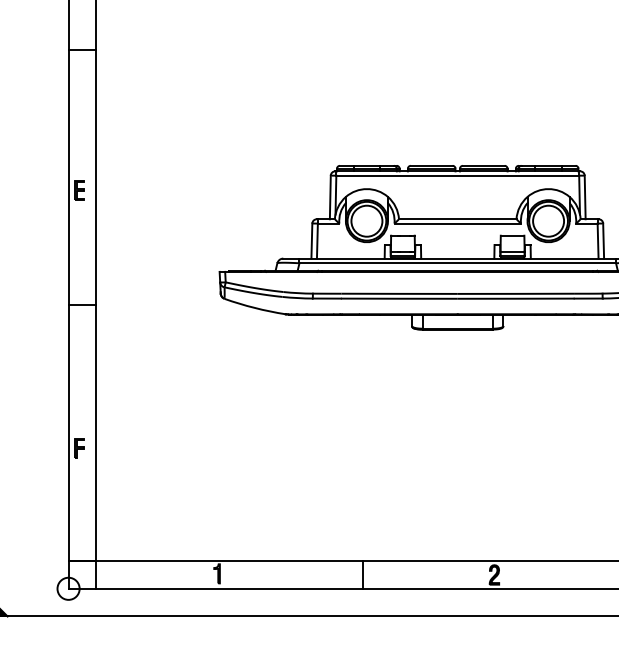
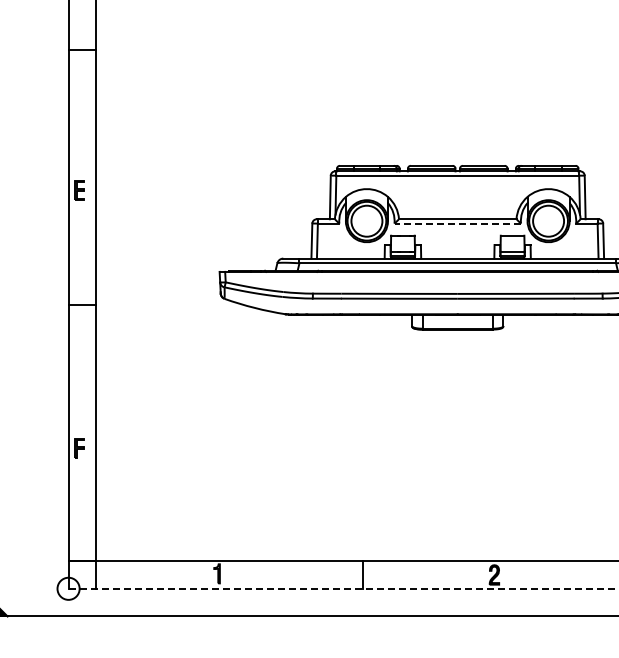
line at (457, 223): solid -> dashed
line at (343, 588): solid -> dashed
